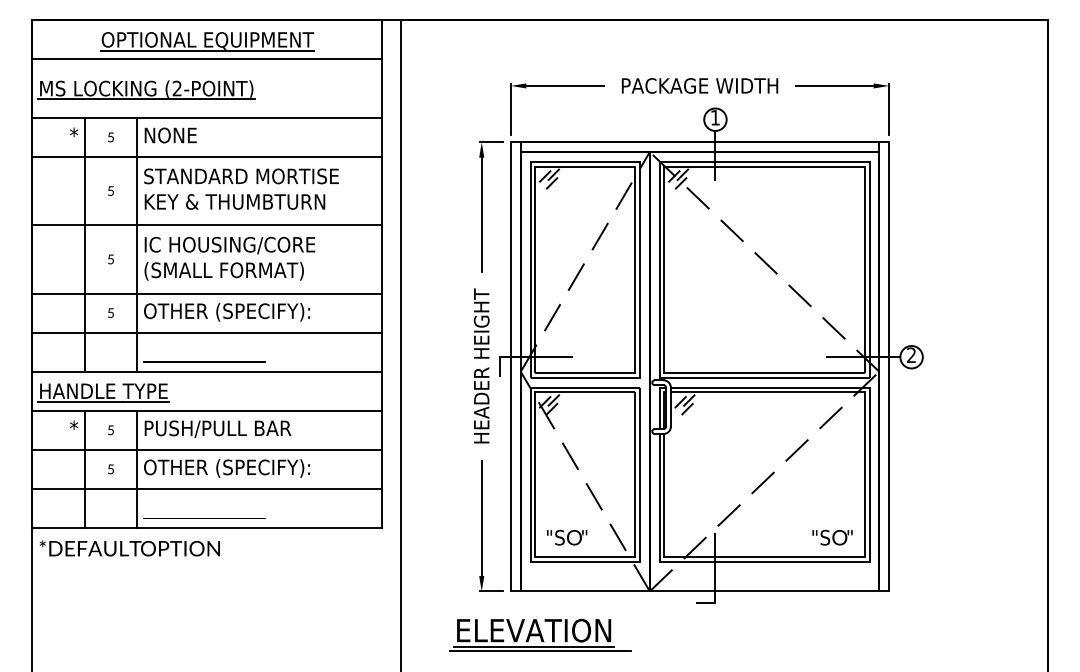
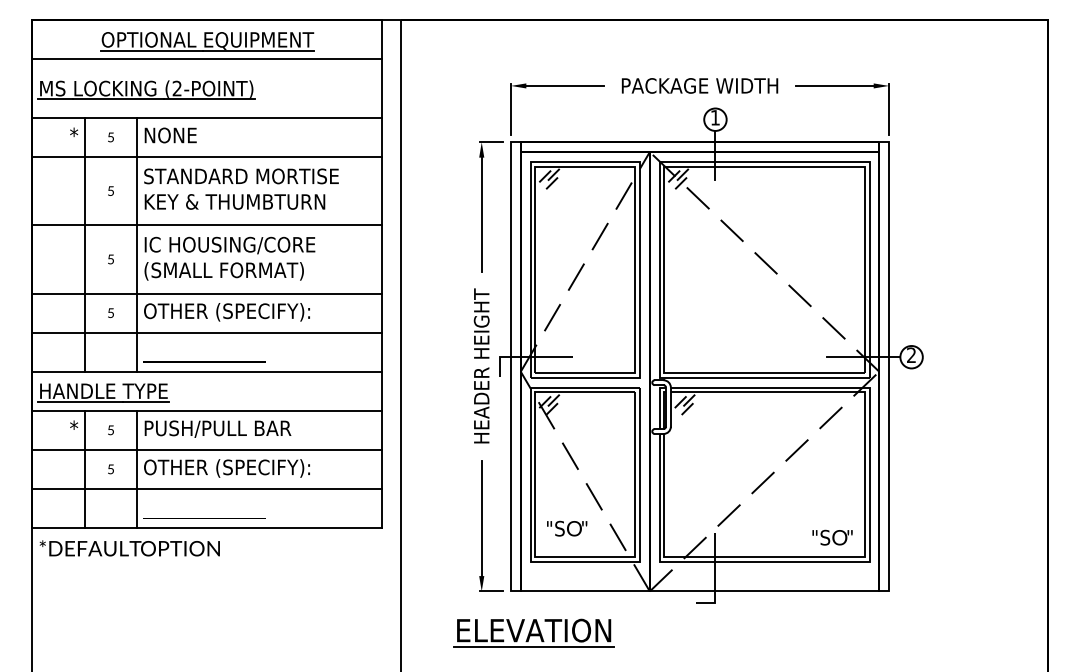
text at (567, 537) position: (567, 537) -> (567, 528)
line at (539, 651): present -> none
